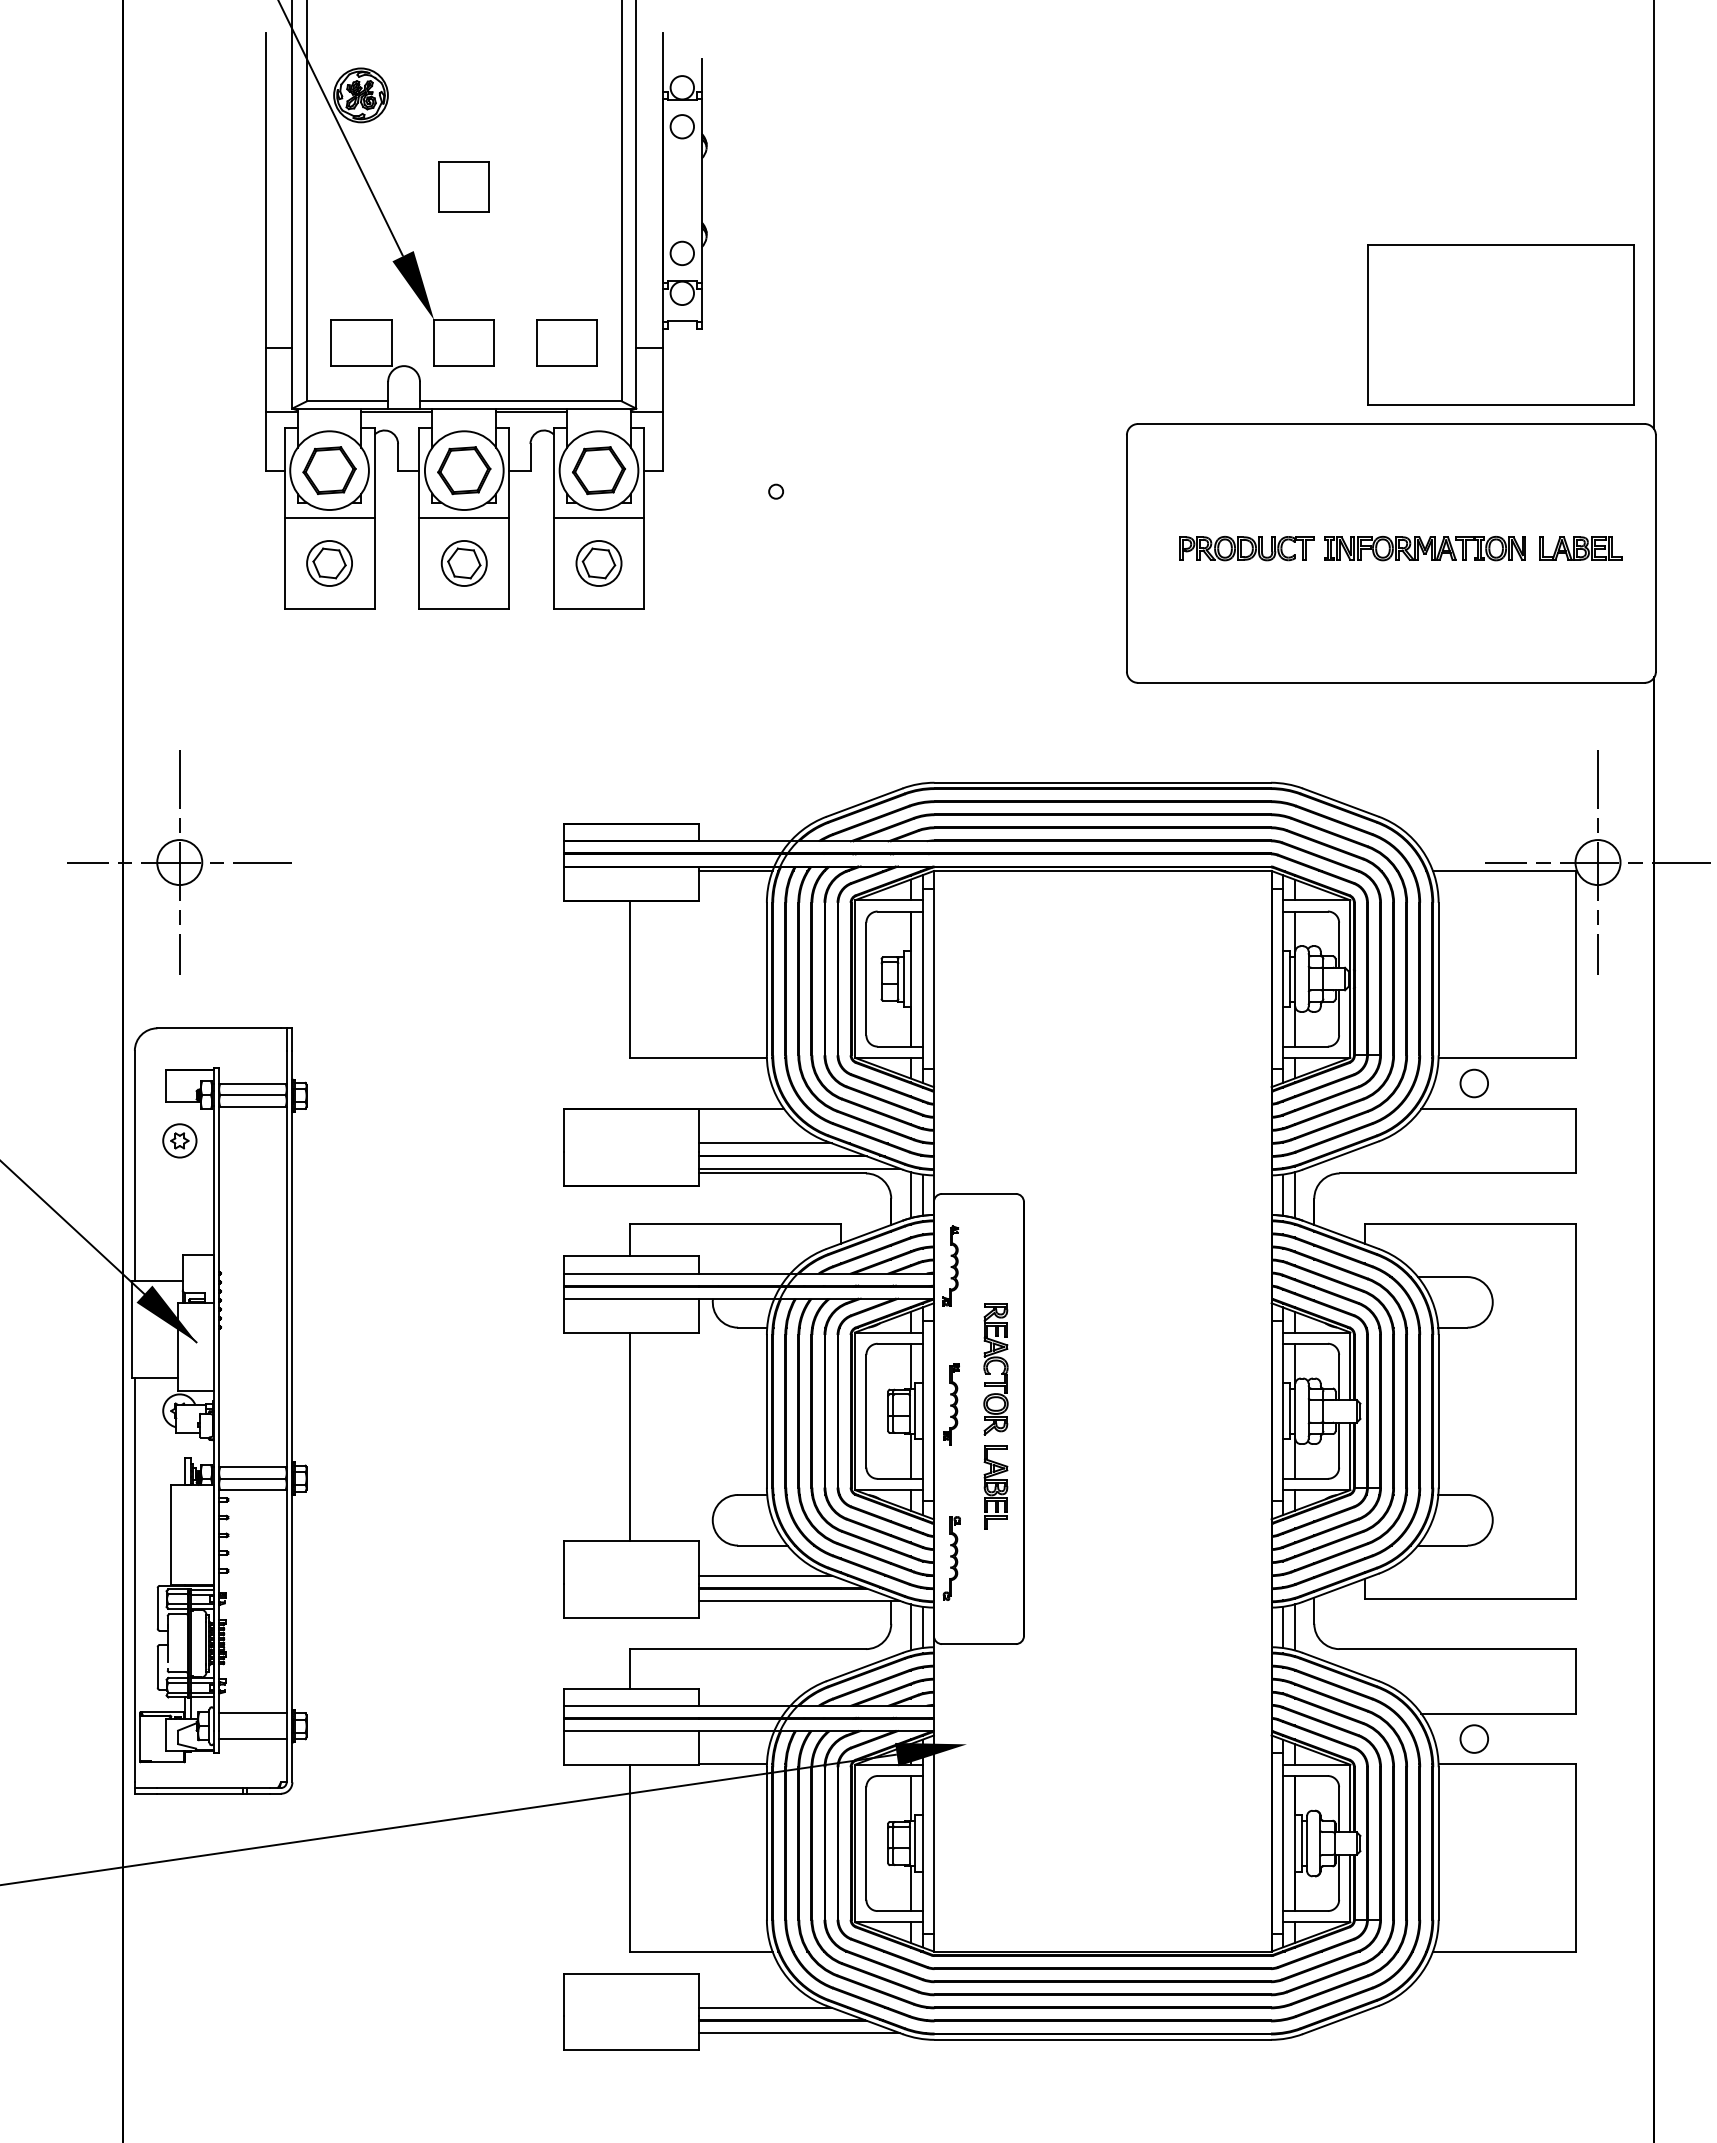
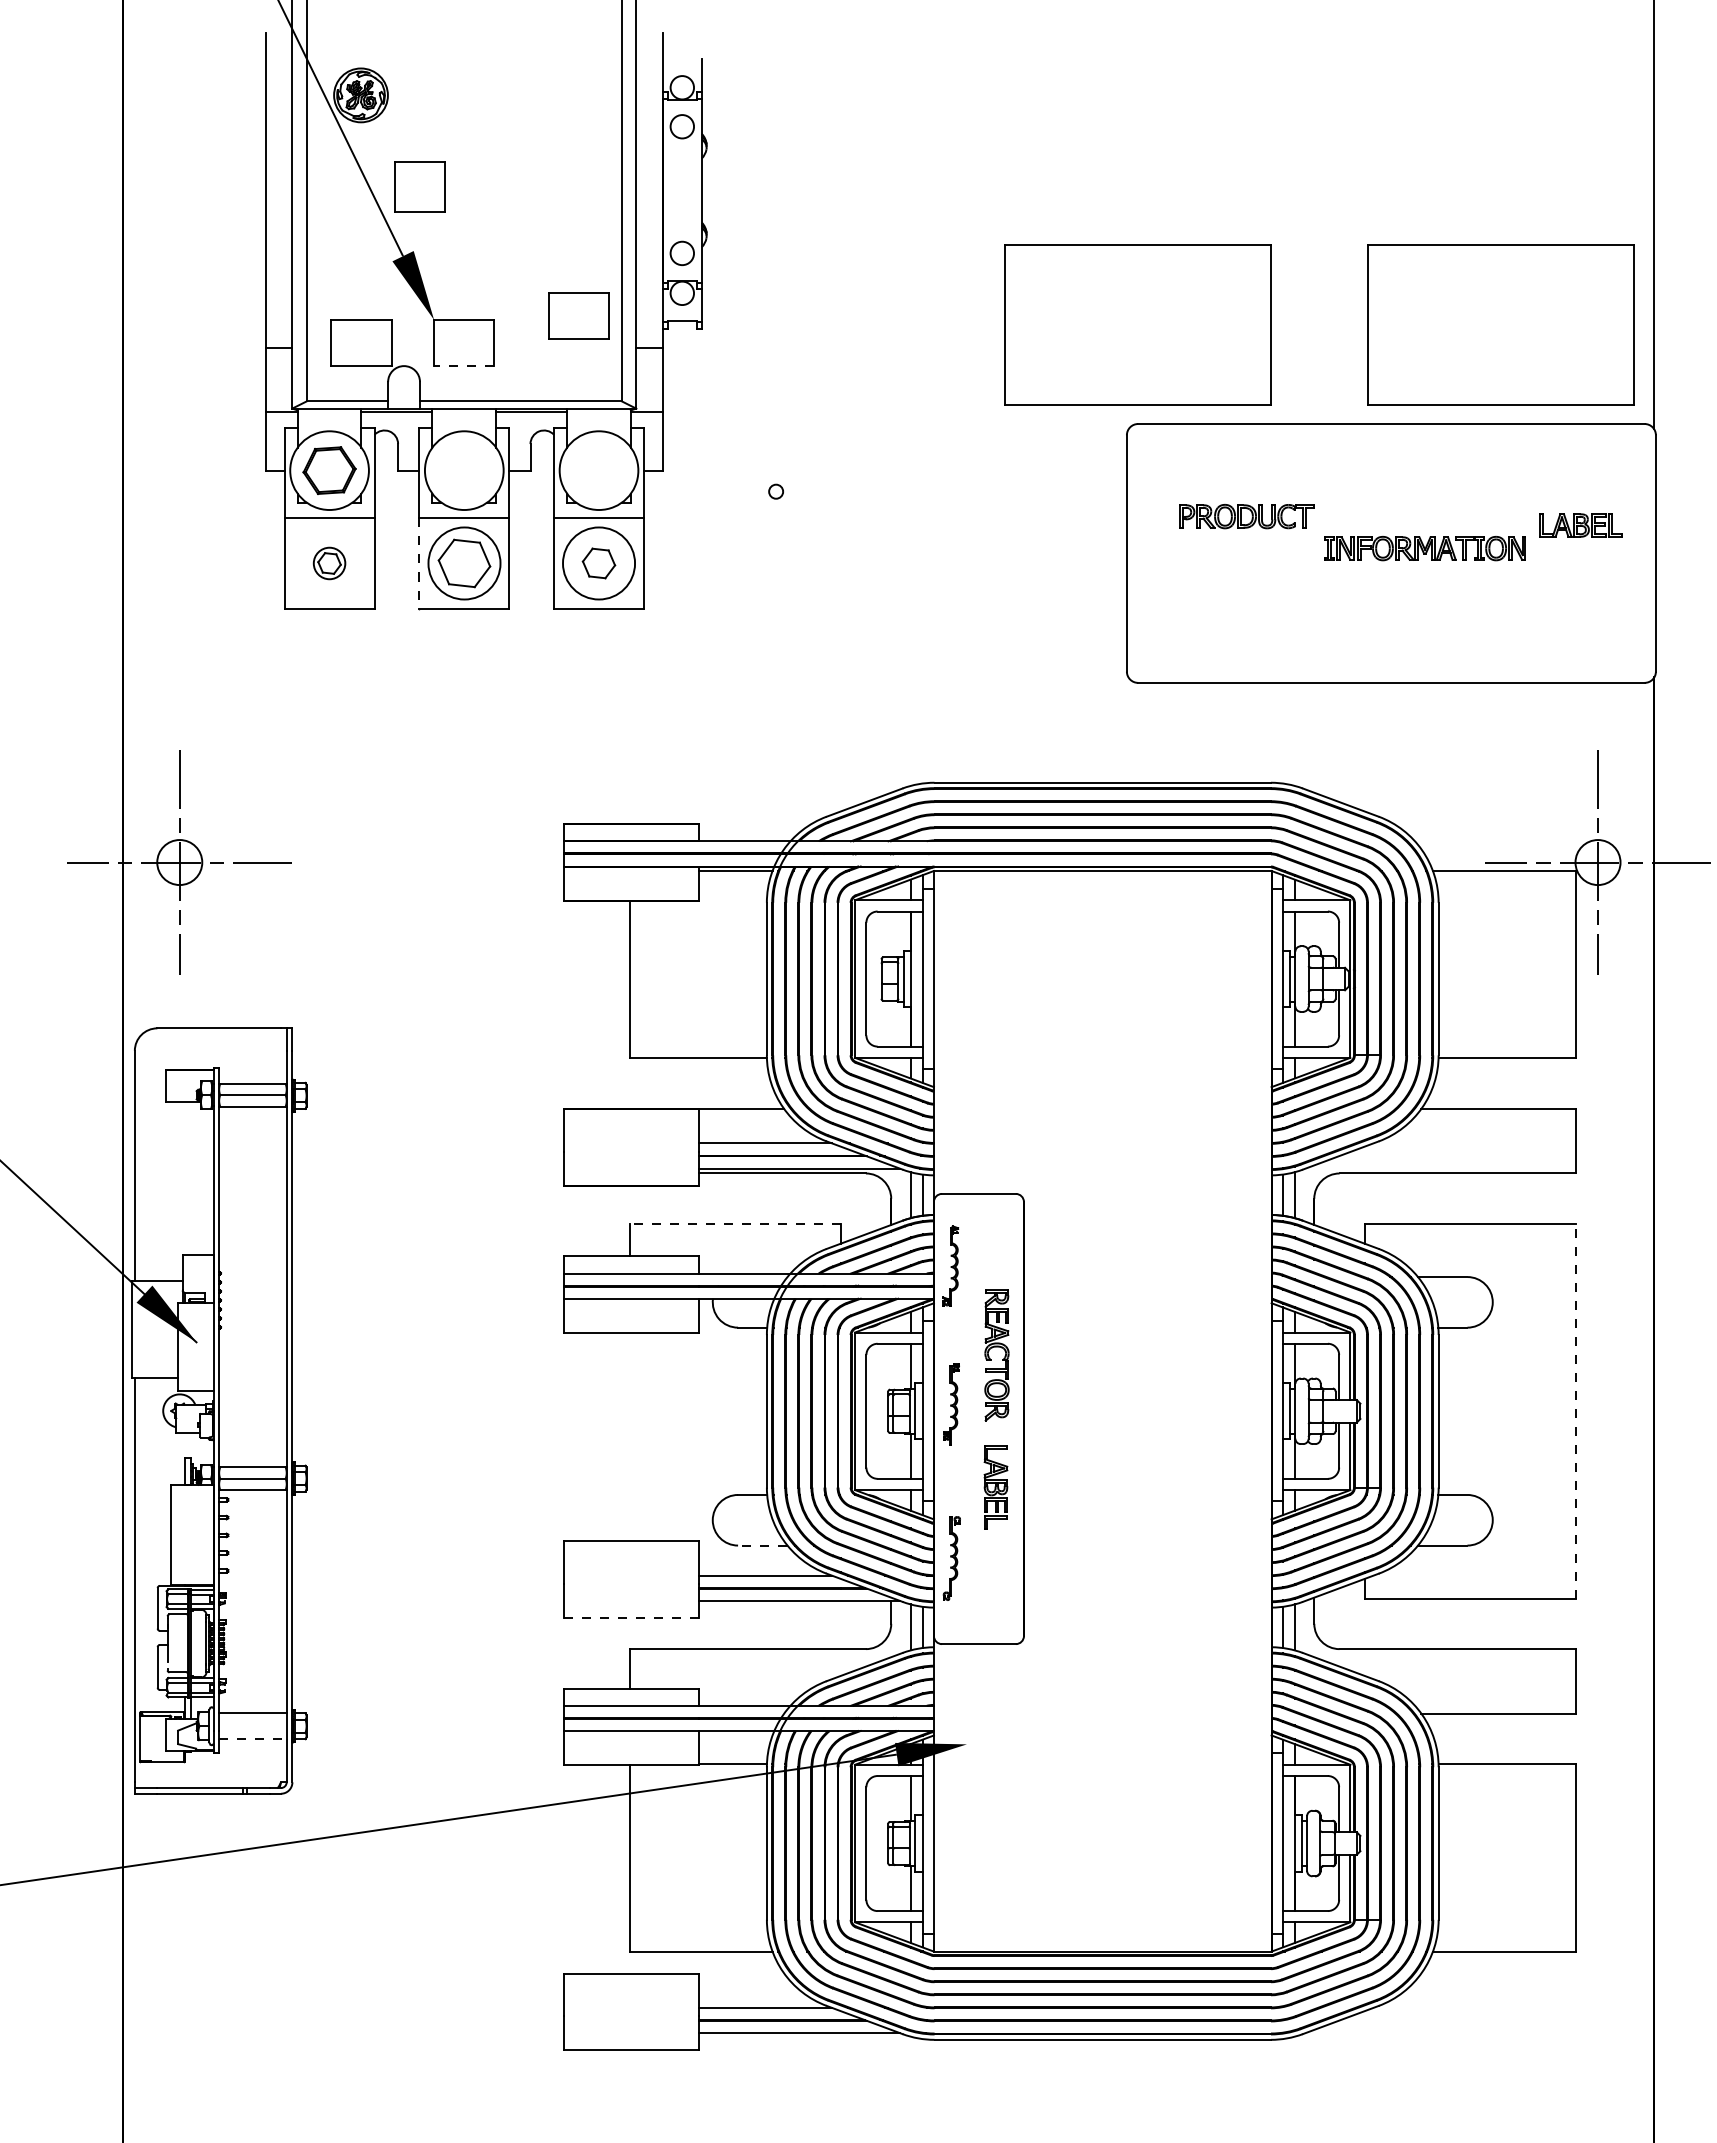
part at (463, 186) position: (463, 186) -> (419, 186)
part at (1137, 324): none -> present
part at (566, 342) position: (566, 342) -> (578, 315)
line at (463, 366): solid -> dashed
part at (464, 470): present -> none
part at (598, 470): present -> none
part at (1246, 548) position: (1246, 548) -> (1246, 516)
part at (1580, 548) position: (1580, 548) -> (1580, 525)
part at (329, 563) size: 47x47 px -> 35x35 px
line at (419, 563): solid -> dashed
part at (463, 563) size: 48x47 px -> 75x75 px
circle at (598, 563) diameter: 45 px -> 72 px
circle at (1473, 1083): present -> none
part at (179, 1140): present -> none
line at (734, 1224): solid -> dashed
part at (990, 1373) position: (990, 1373) -> (991, 1359)
line at (1575, 1410): solid -> dashed
line at (630, 1436): present -> none
line at (762, 1545): solid -> dashed
line at (631, 1618): solid -> dashed
circle at (1473, 1738): present -> none
line at (252, 1739): solid -> dashed
